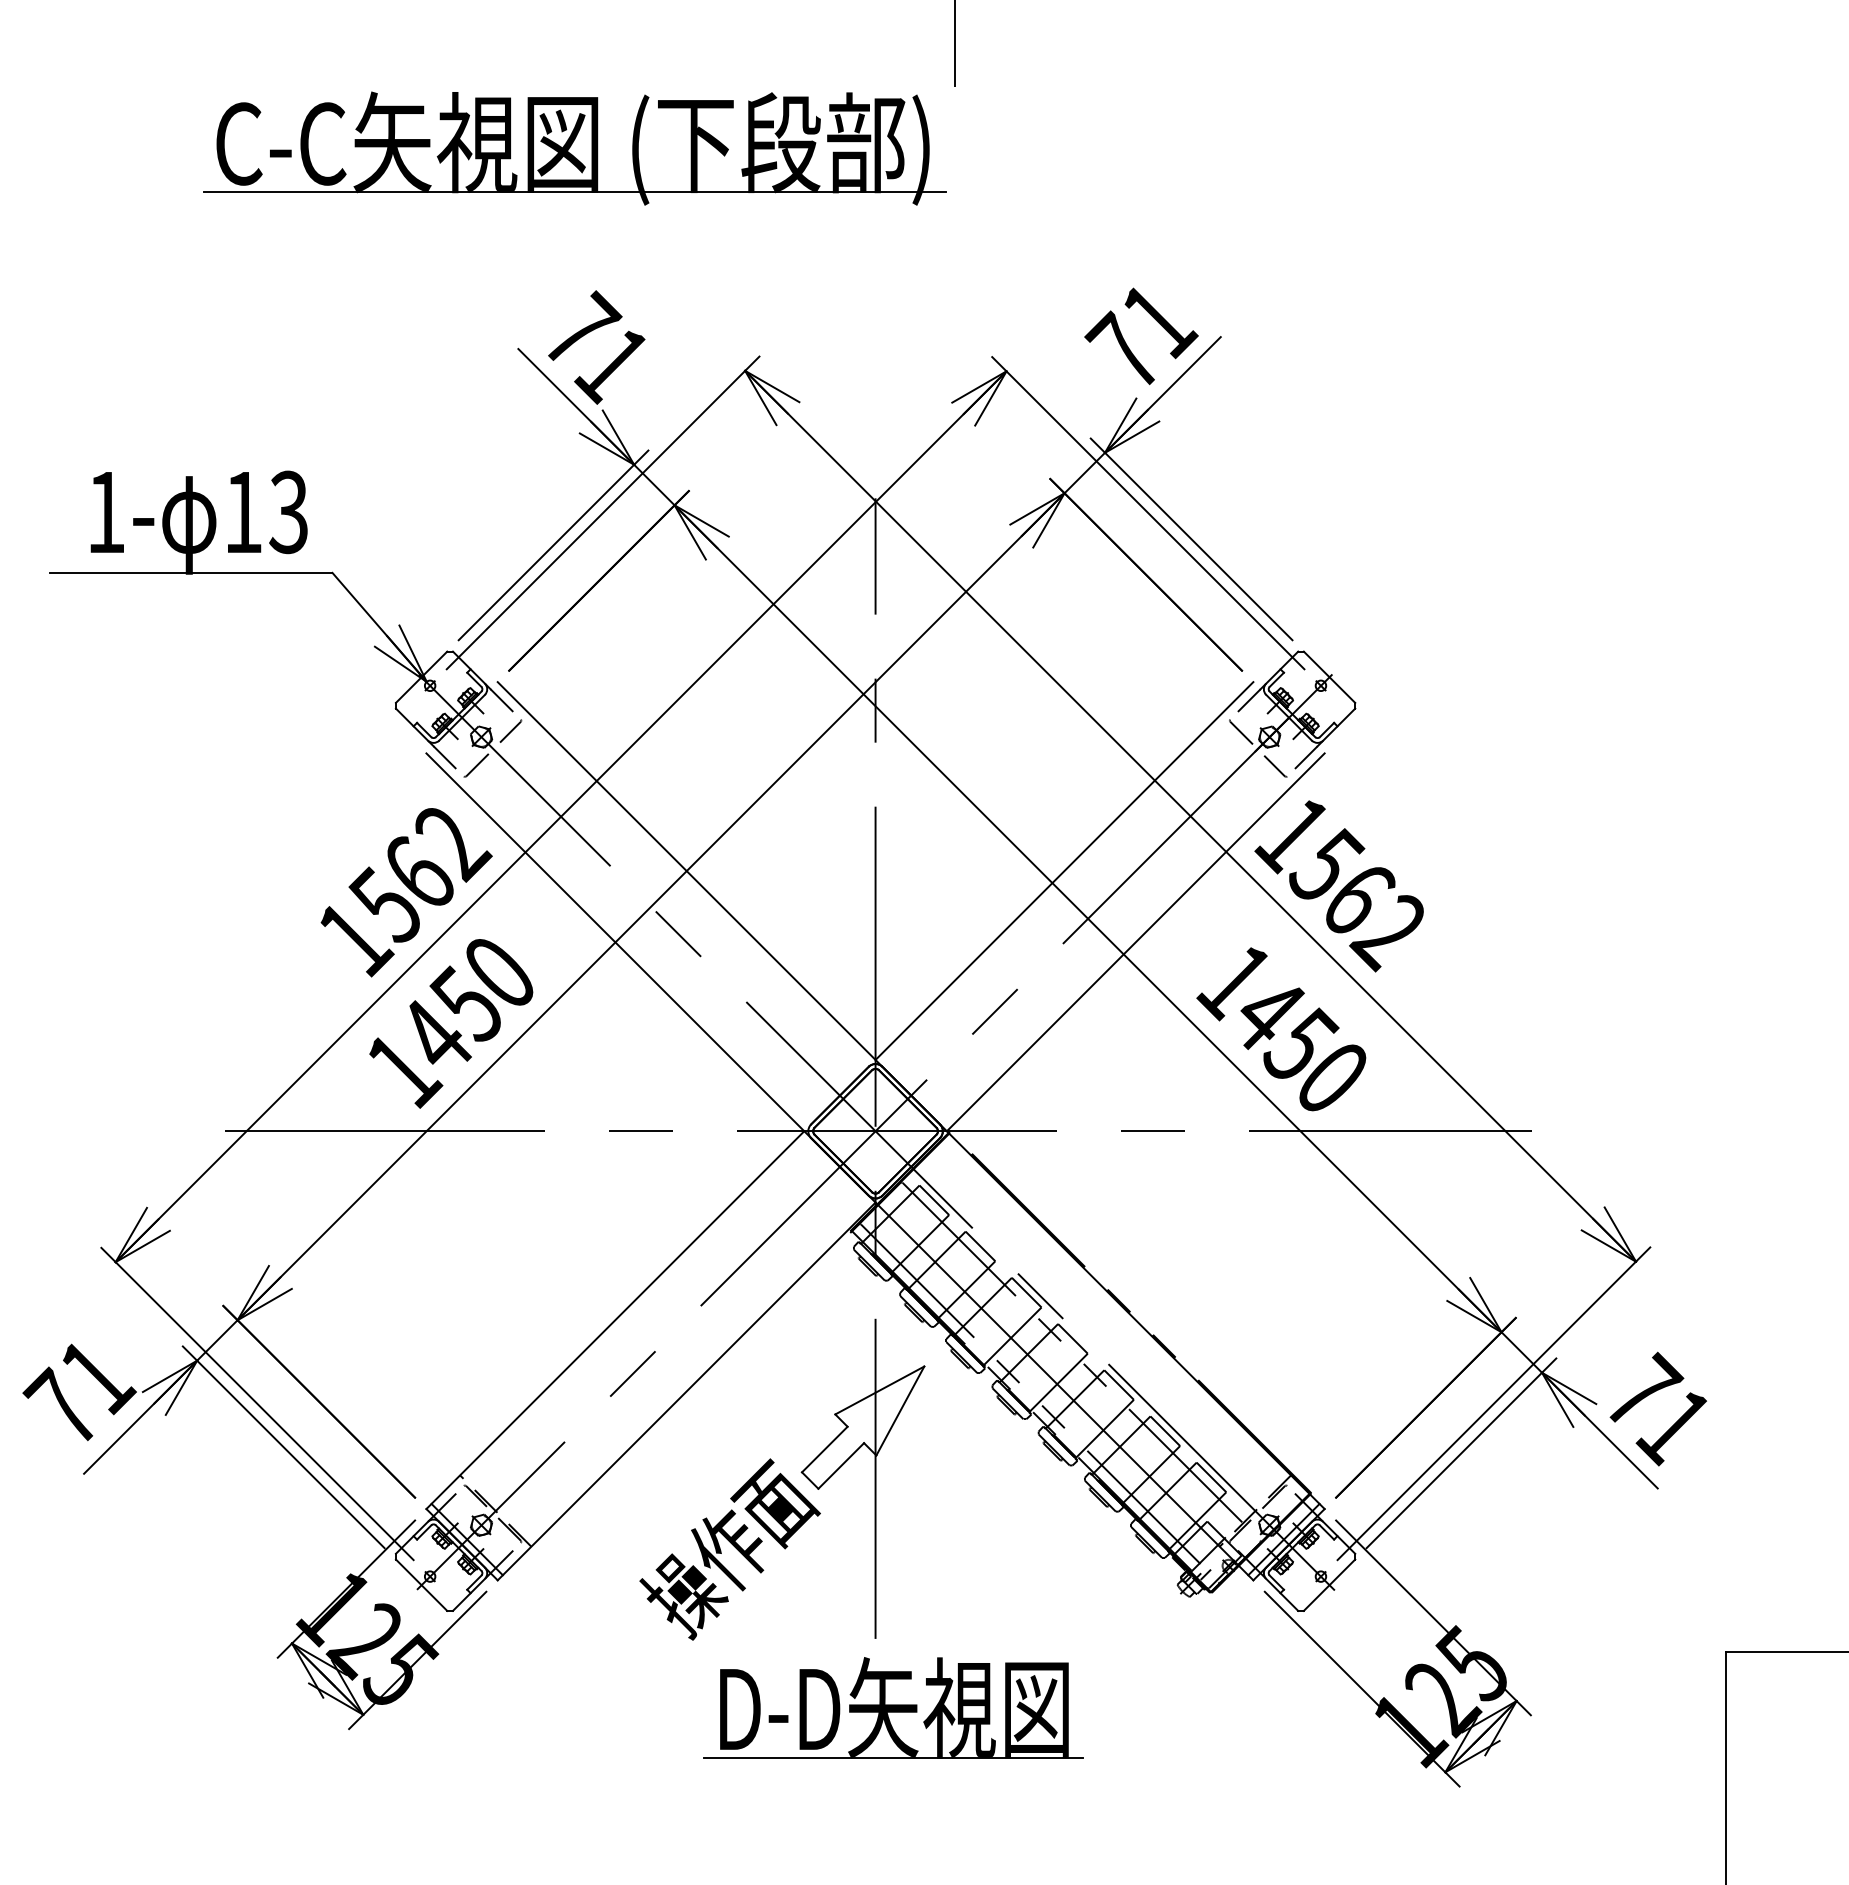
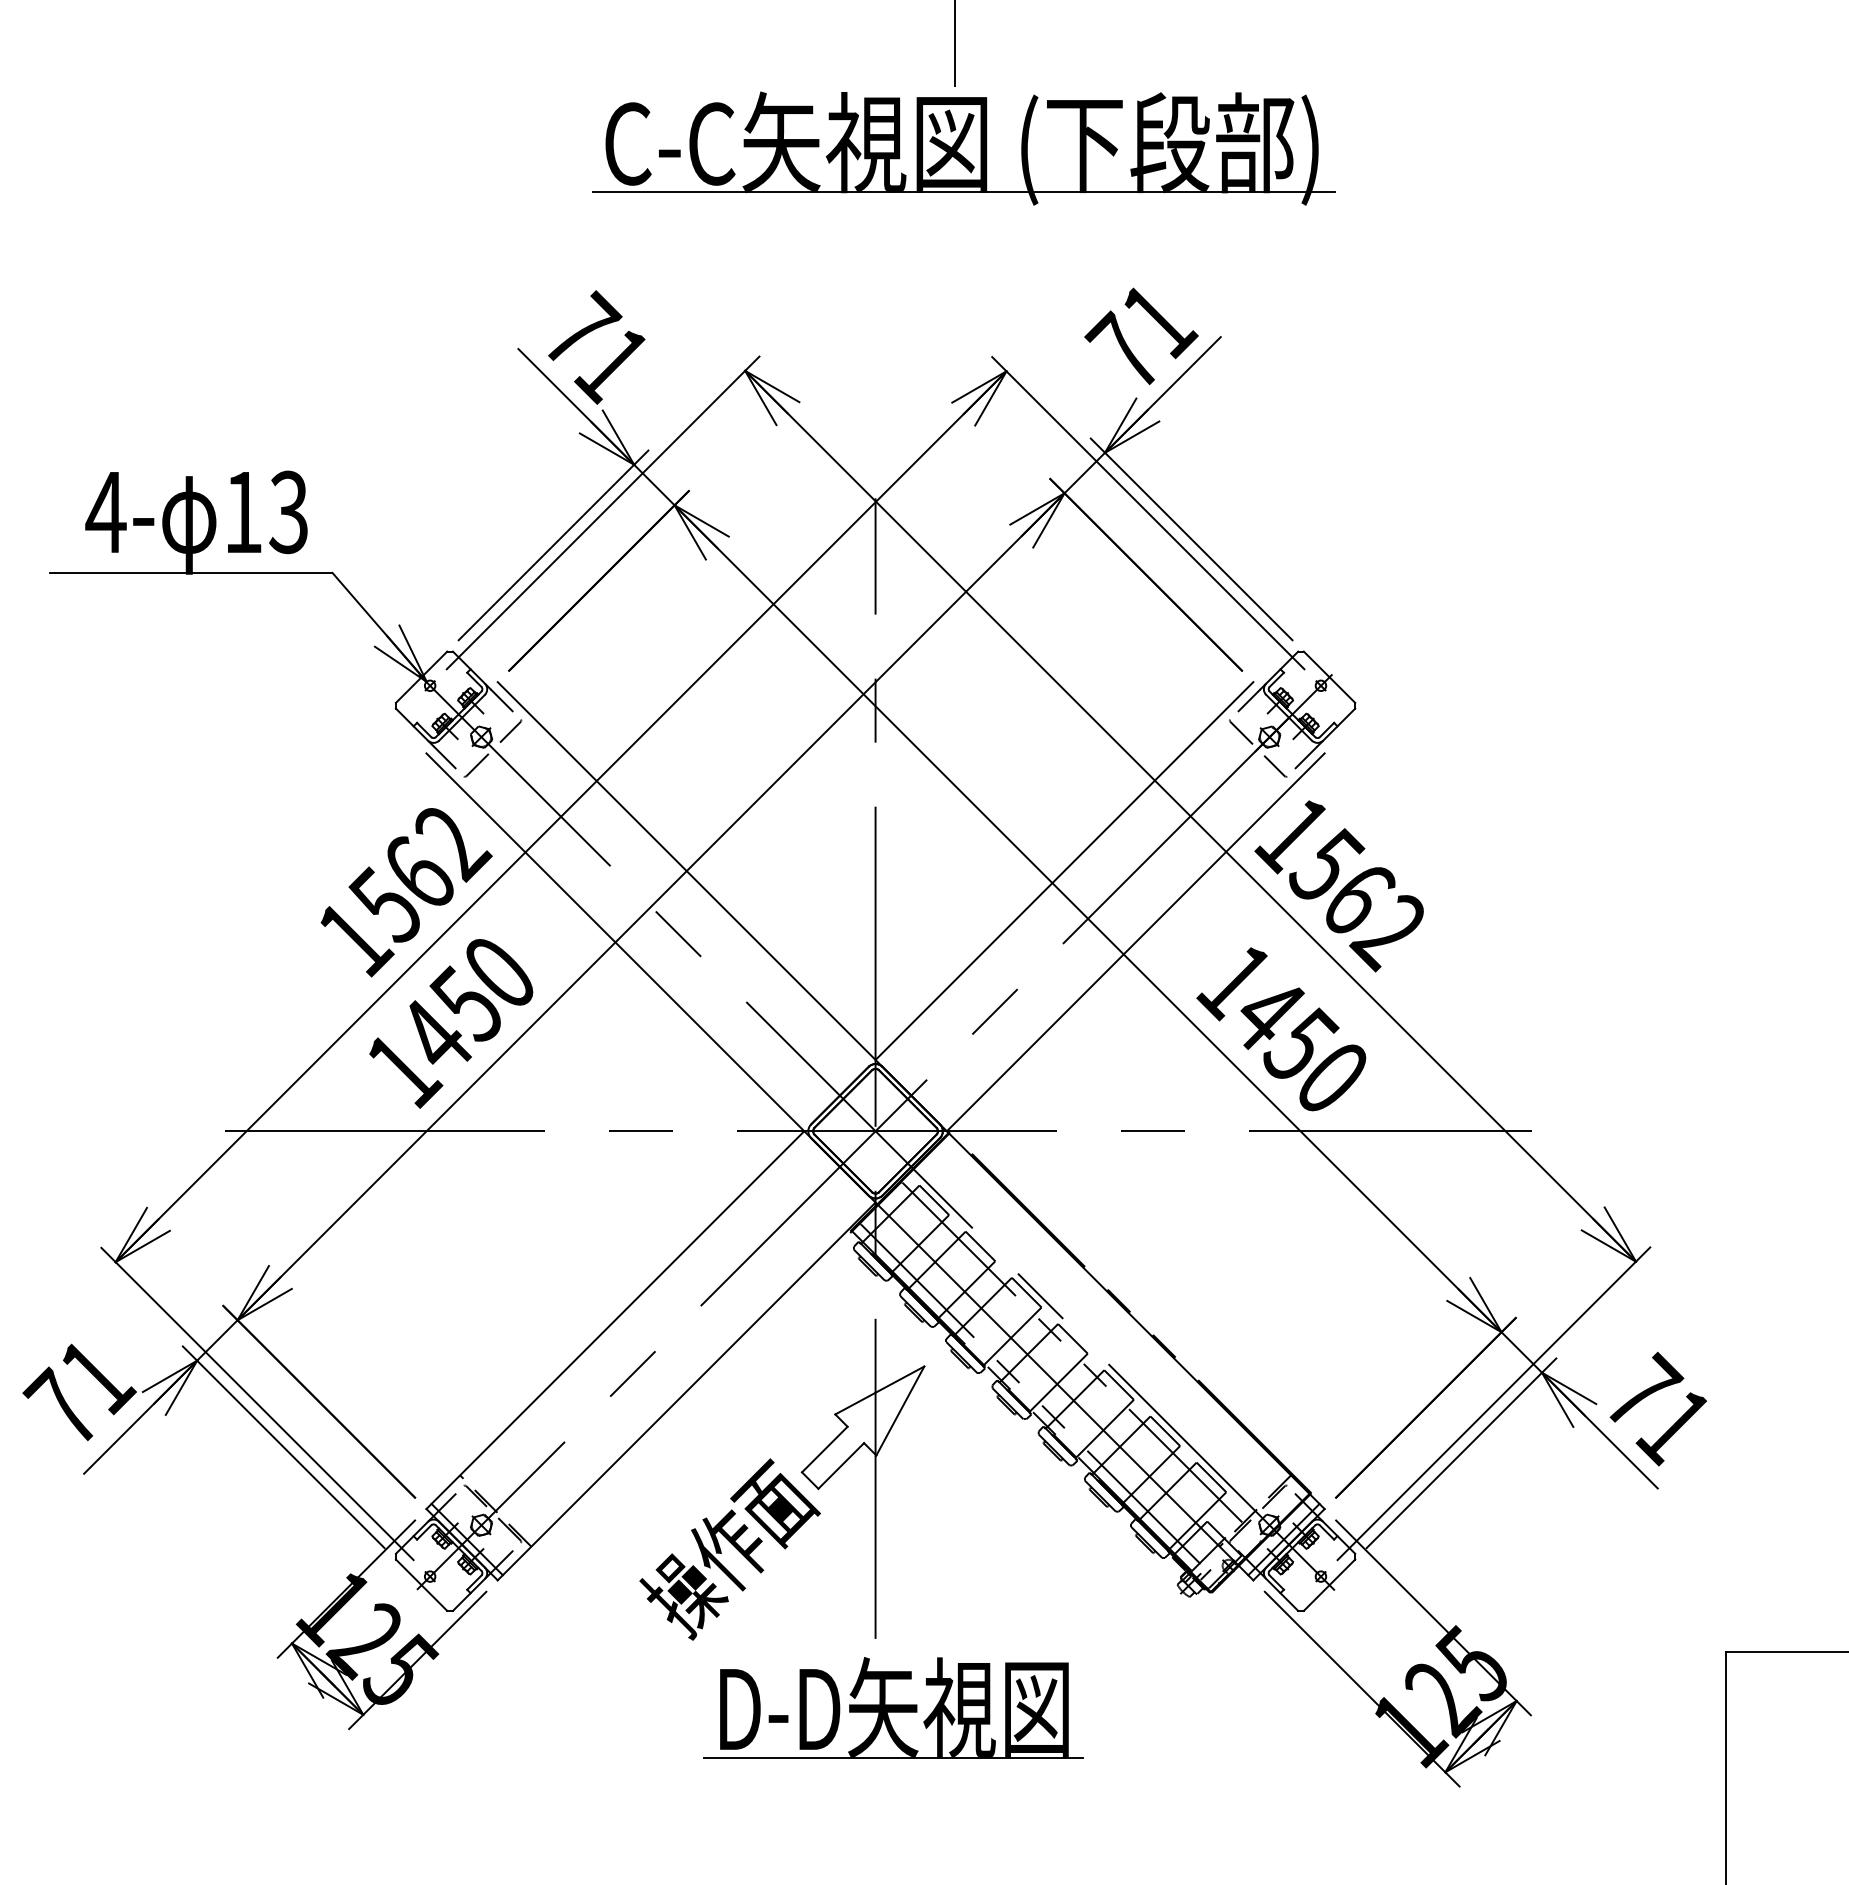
part at (574, 148) position: (574, 148) -> (963, 148)
text at (105, 512): 1- -> 4-
